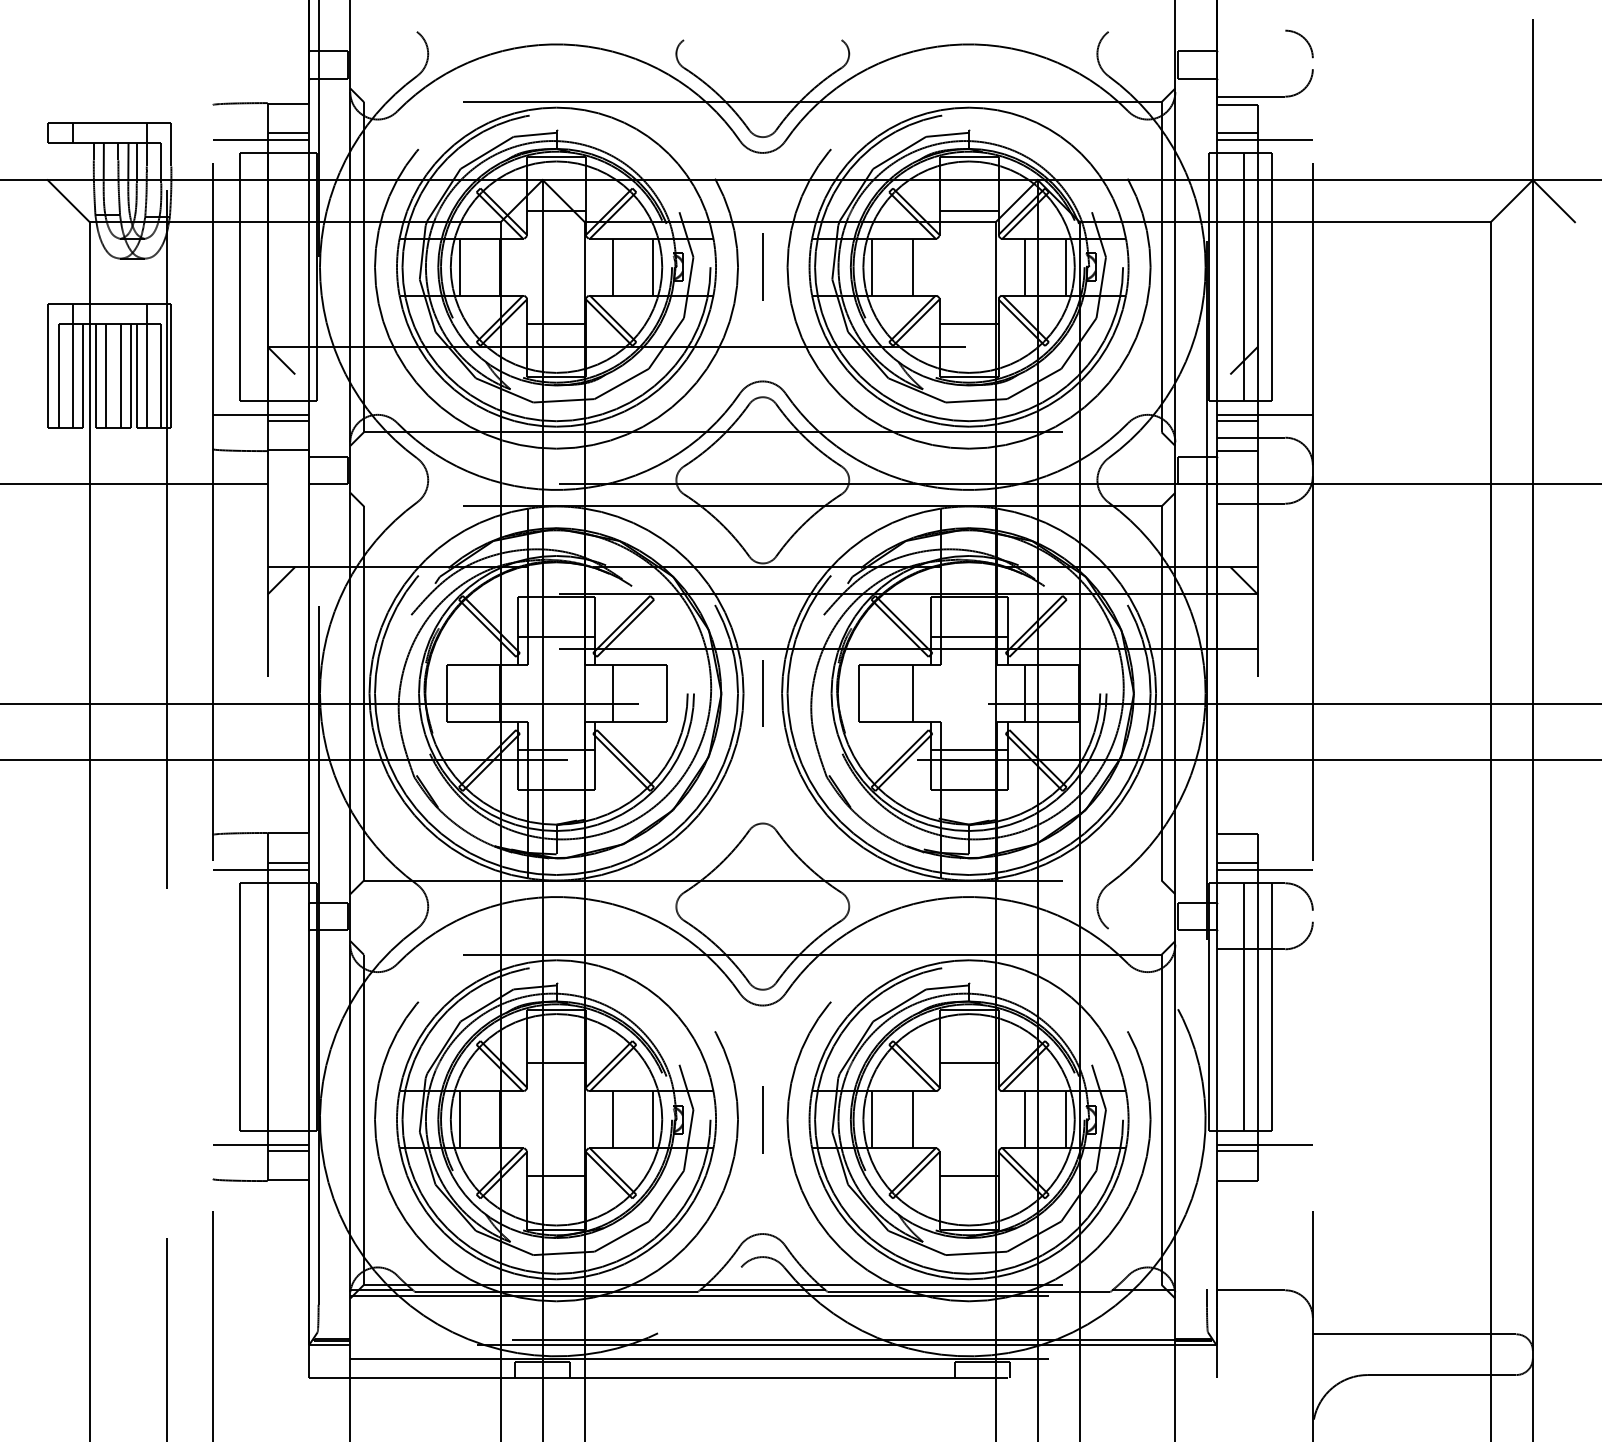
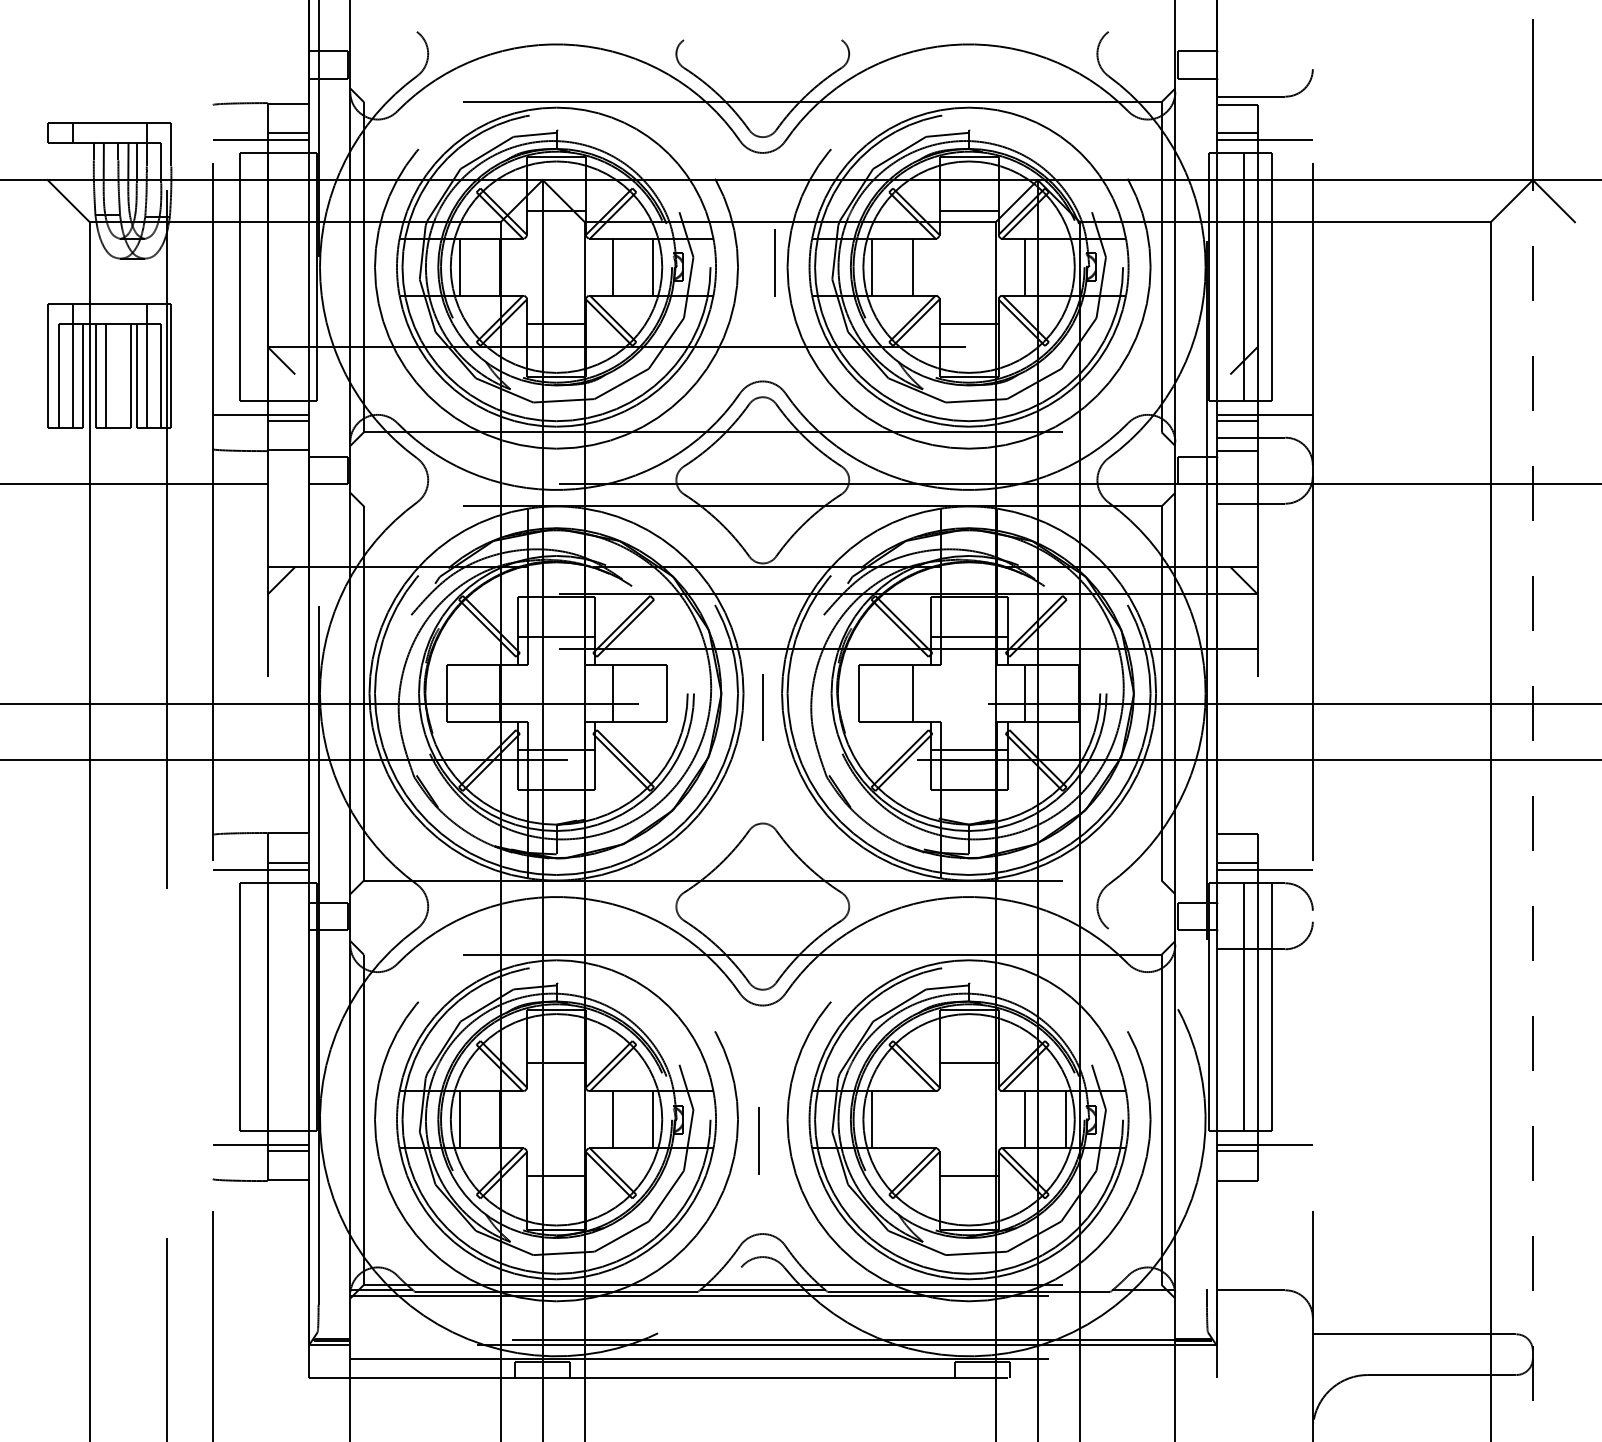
arc at (1301, 37): present -> none
line at (762, 266) position: (762, 266) -> (774, 262)
line at (1065, 266): present -> none
line at (120, 375): present -> none
line at (762, 693) position: (762, 693) -> (762, 707)
line at (1532, 810): solid -> dashed
line at (762, 1119) position: (762, 1119) -> (758, 1140)
line at (912, 1119): present -> none
